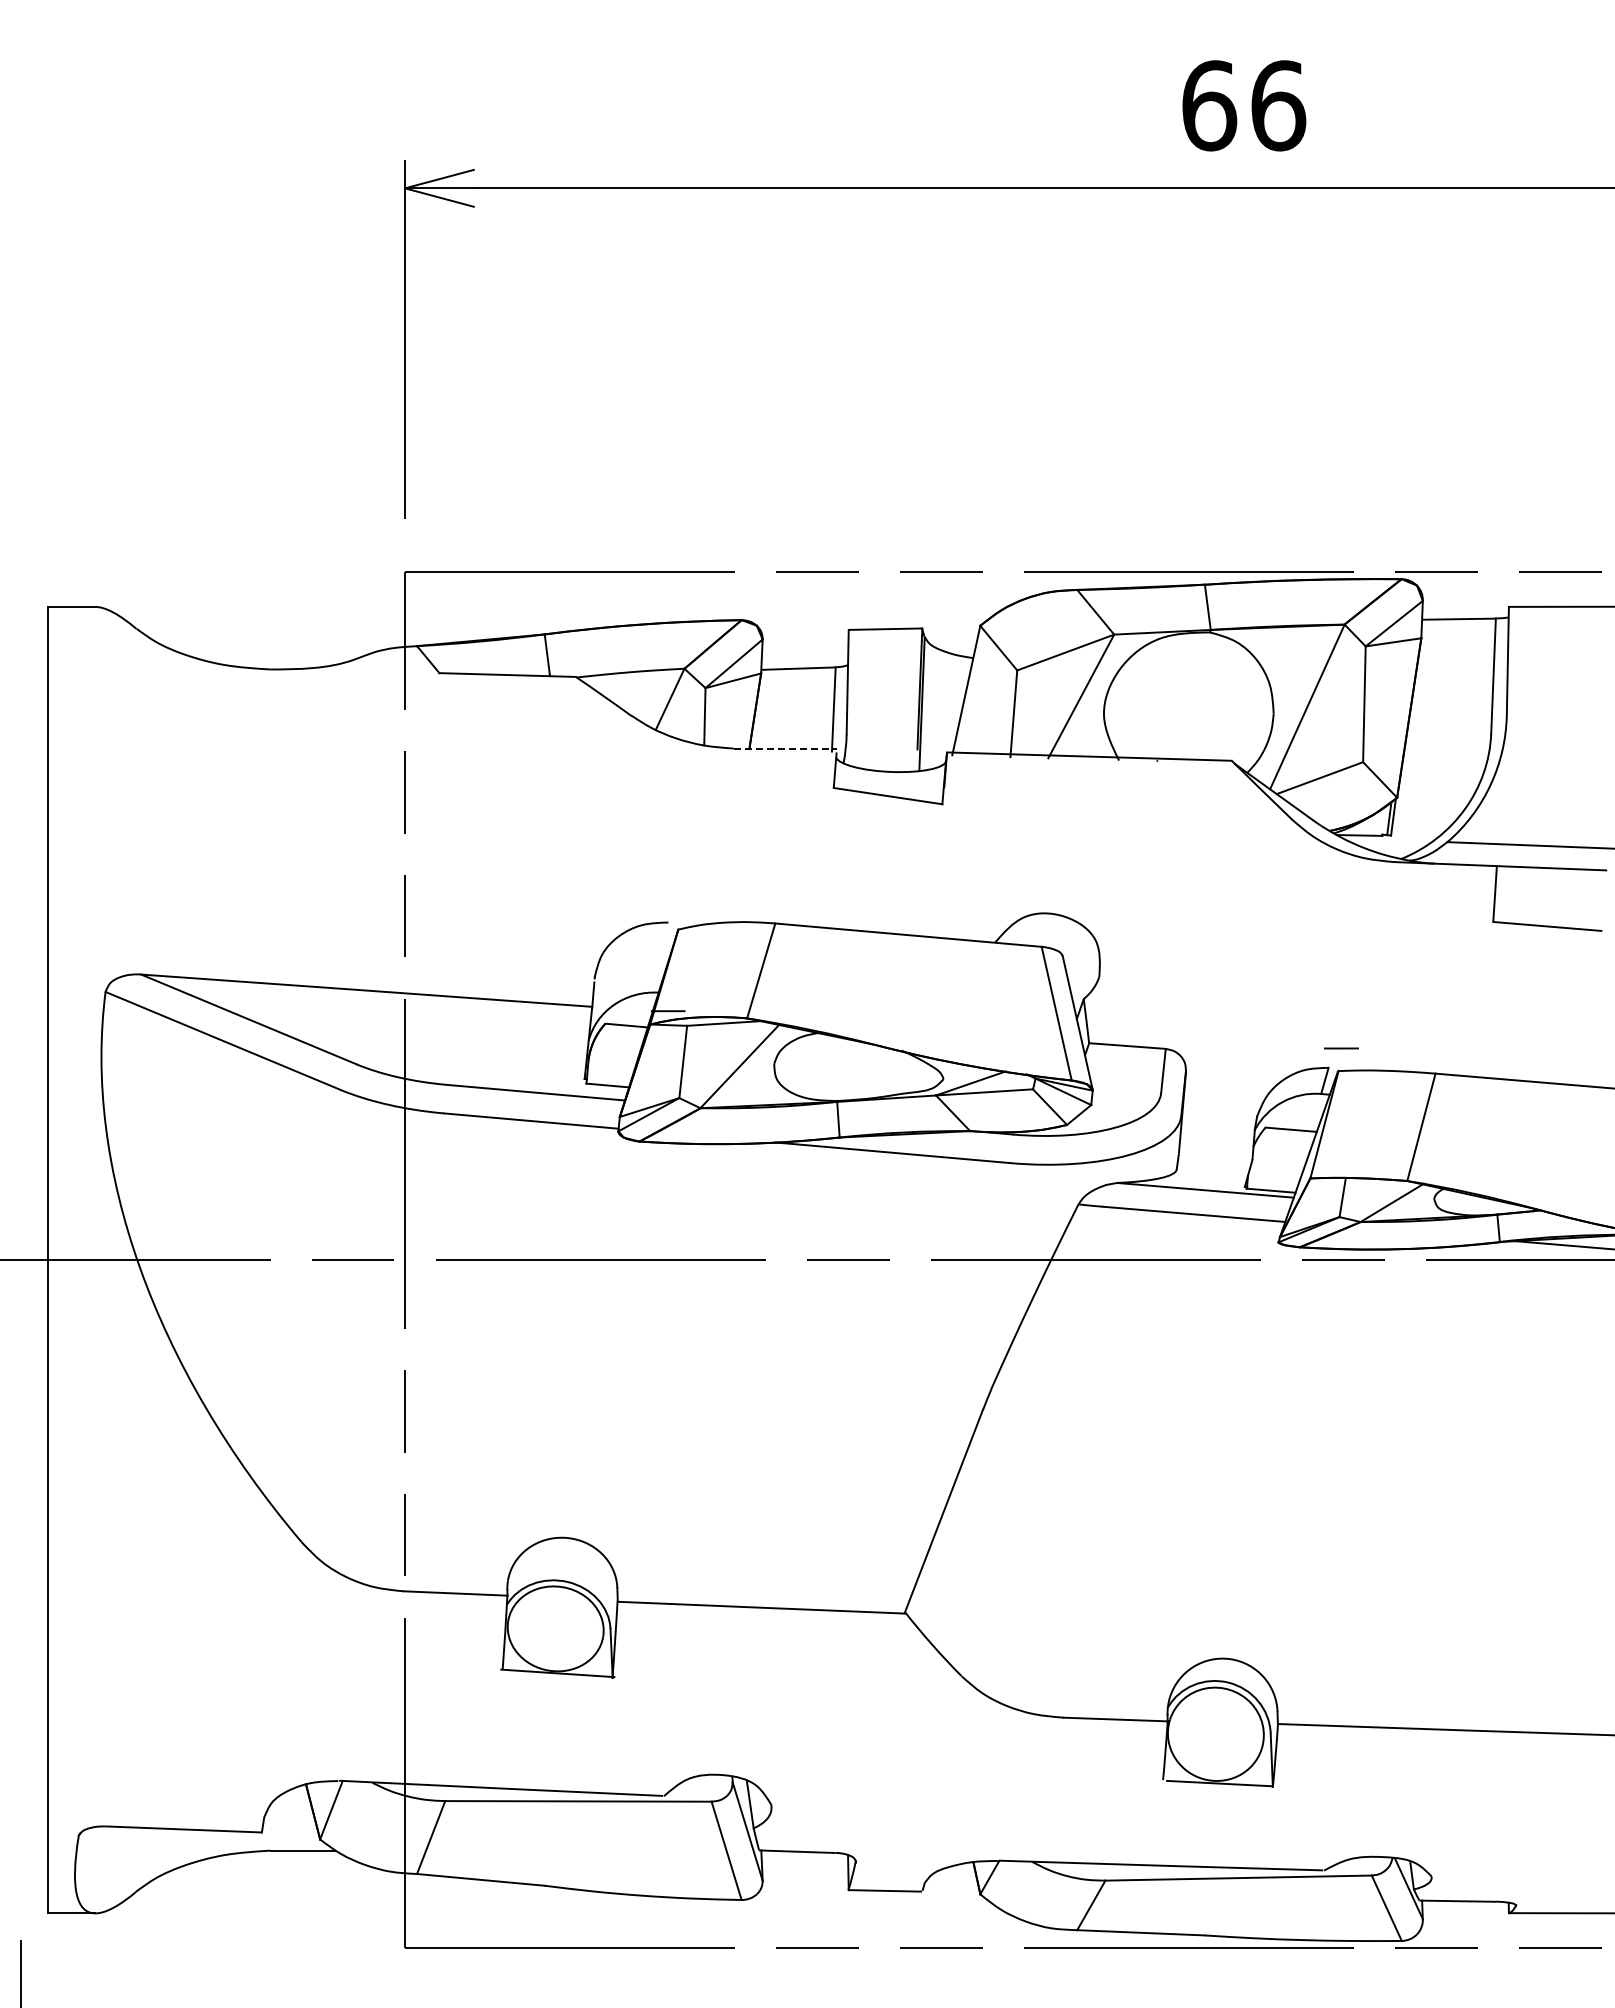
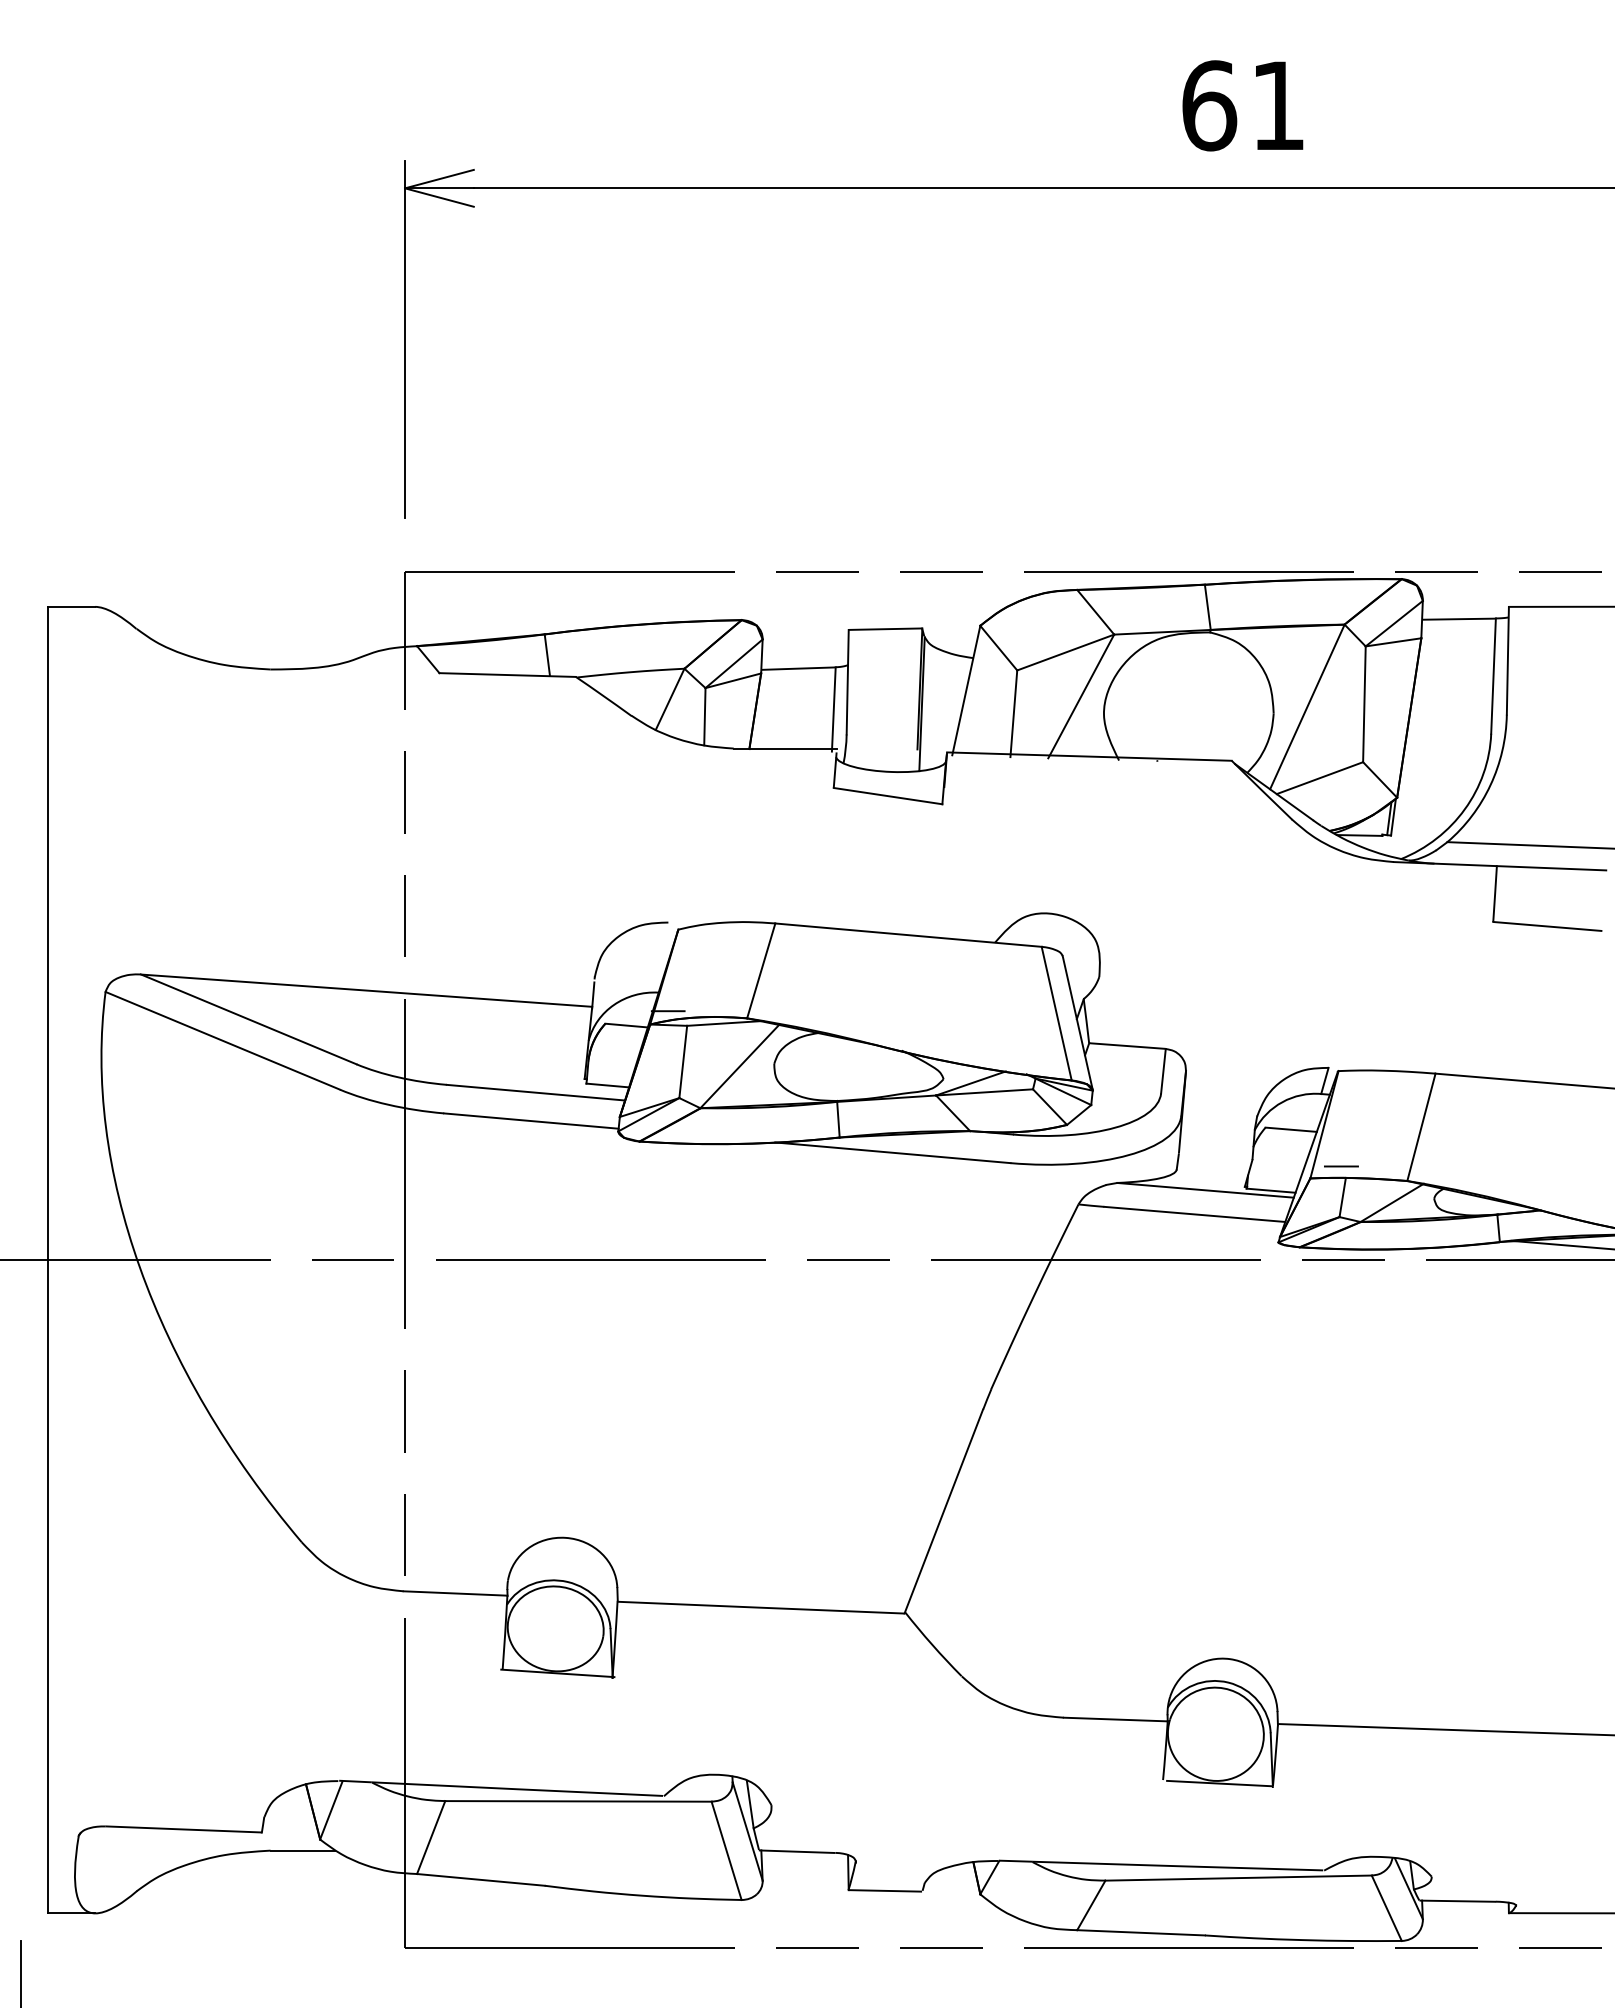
text at (1278, 105): 66 -> 61
line at (785, 748): dashed -> solid
line at (1341, 1048) position: (1341, 1048) -> (1341, 1166)
